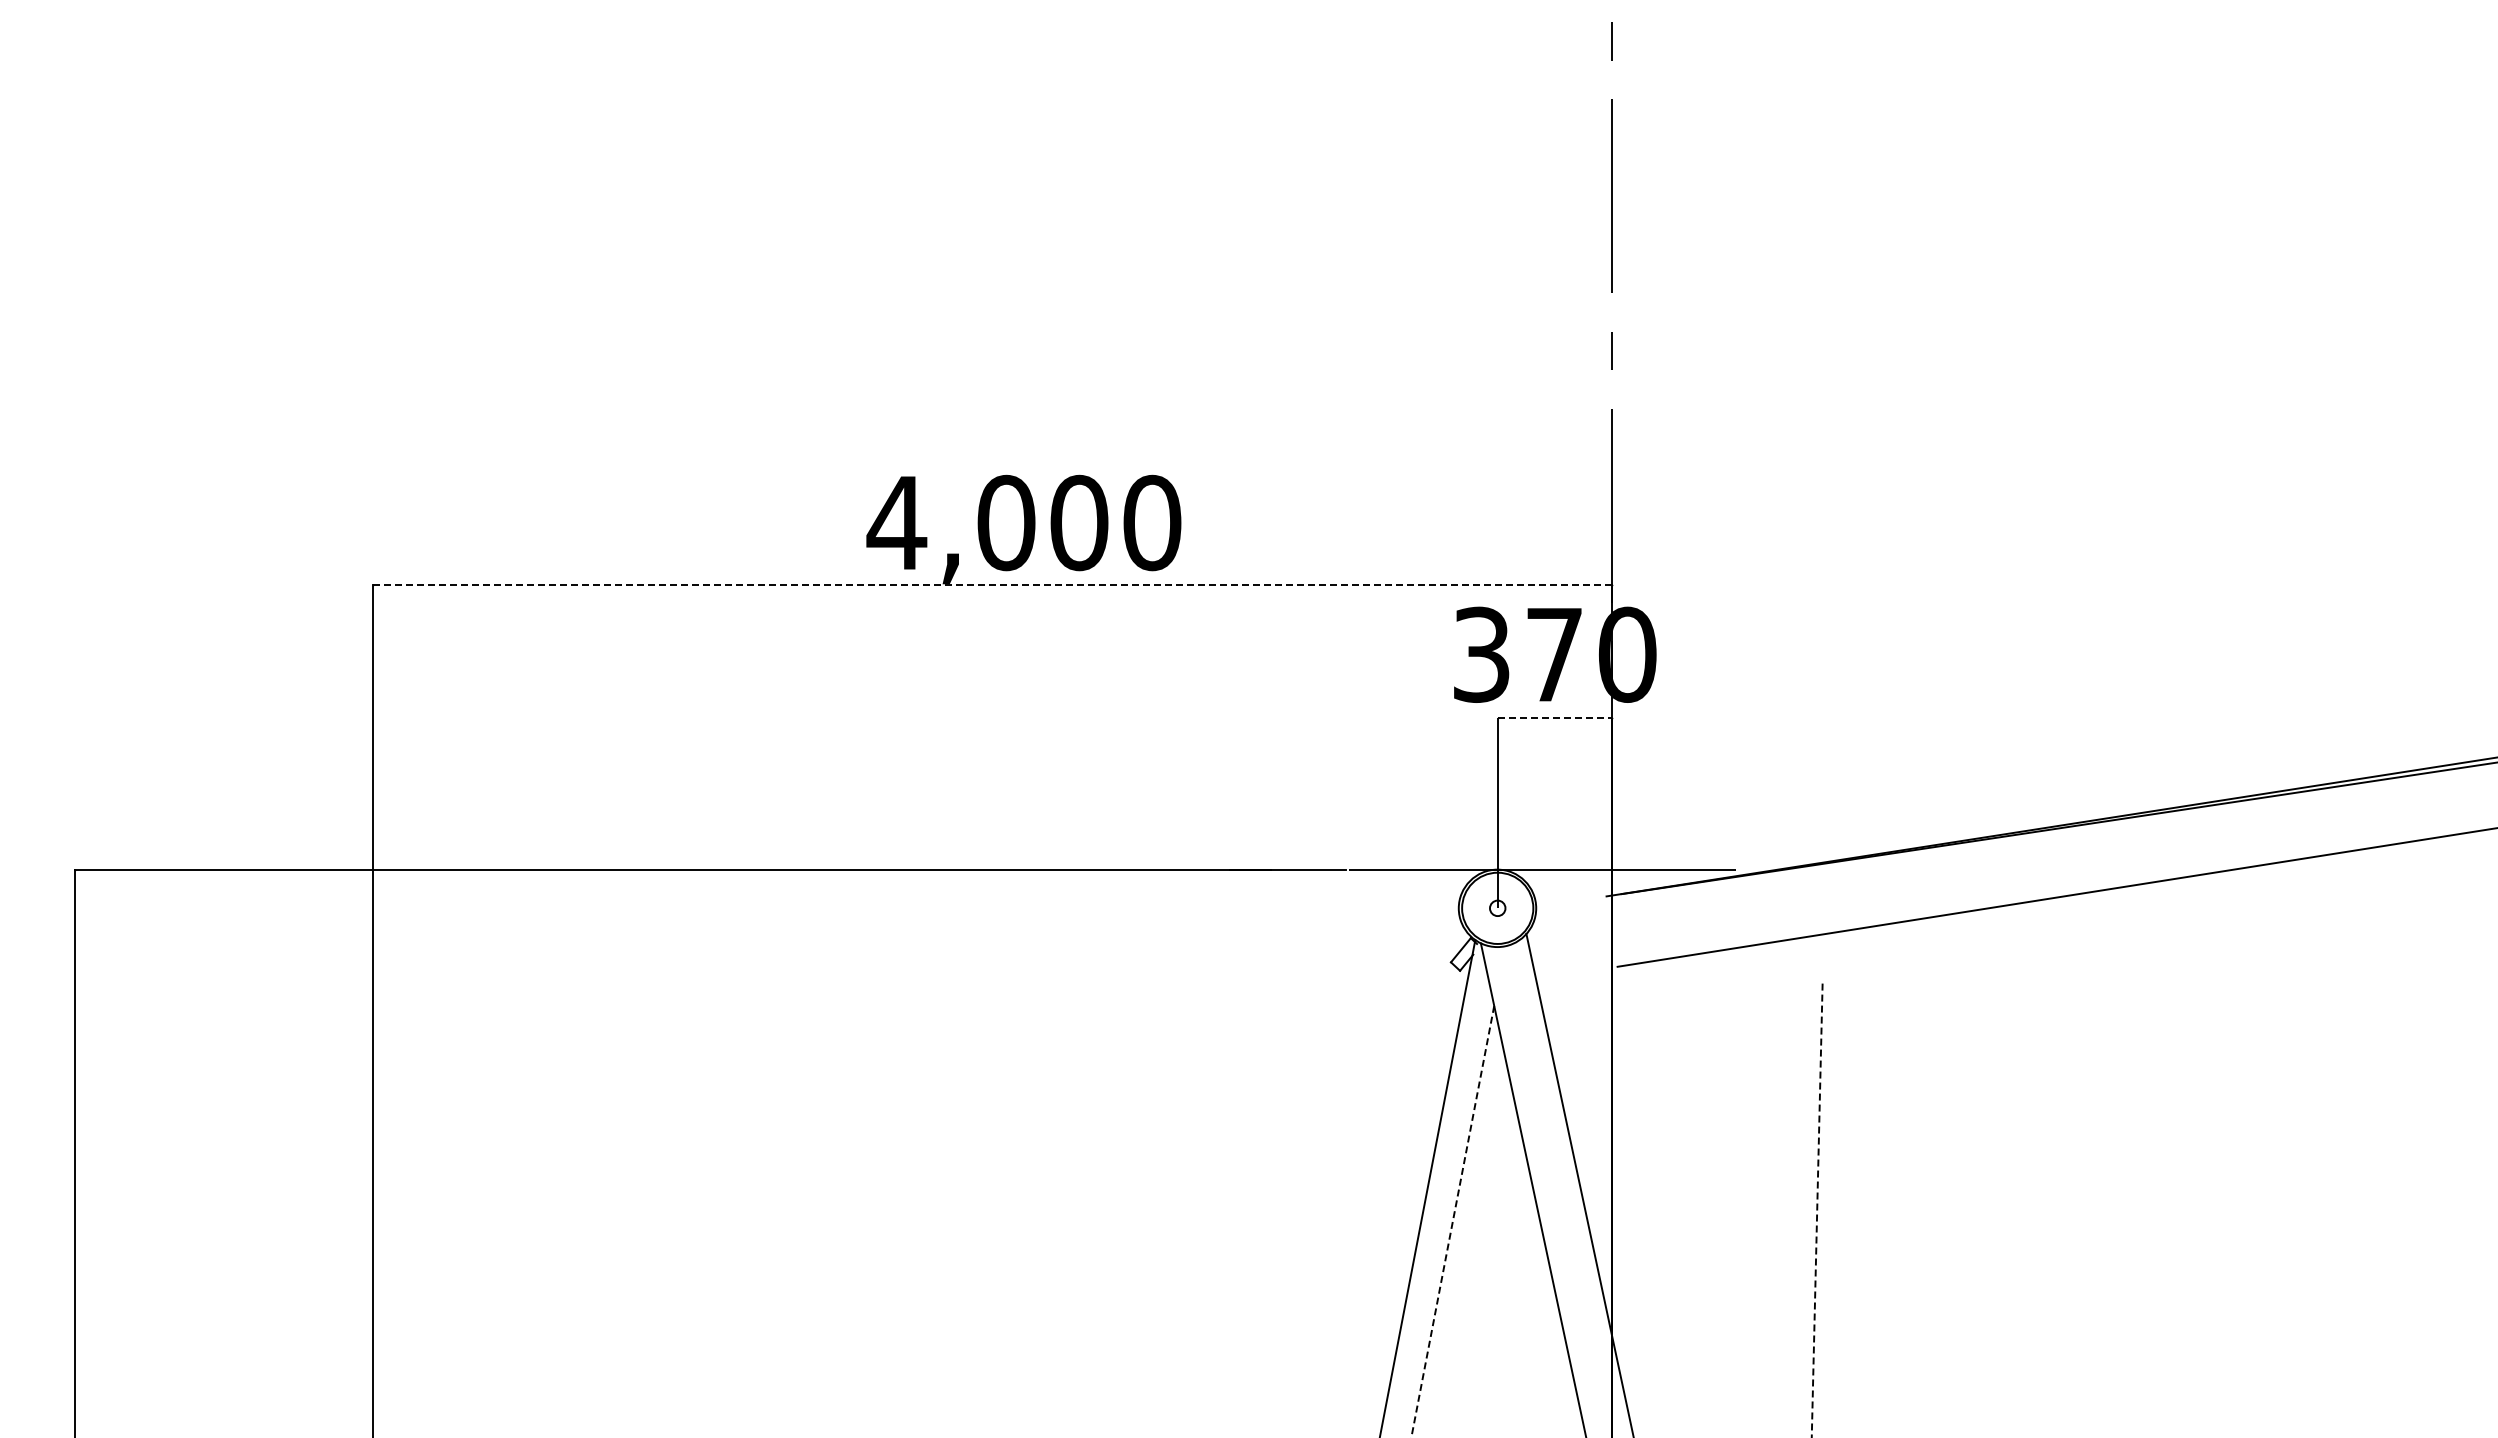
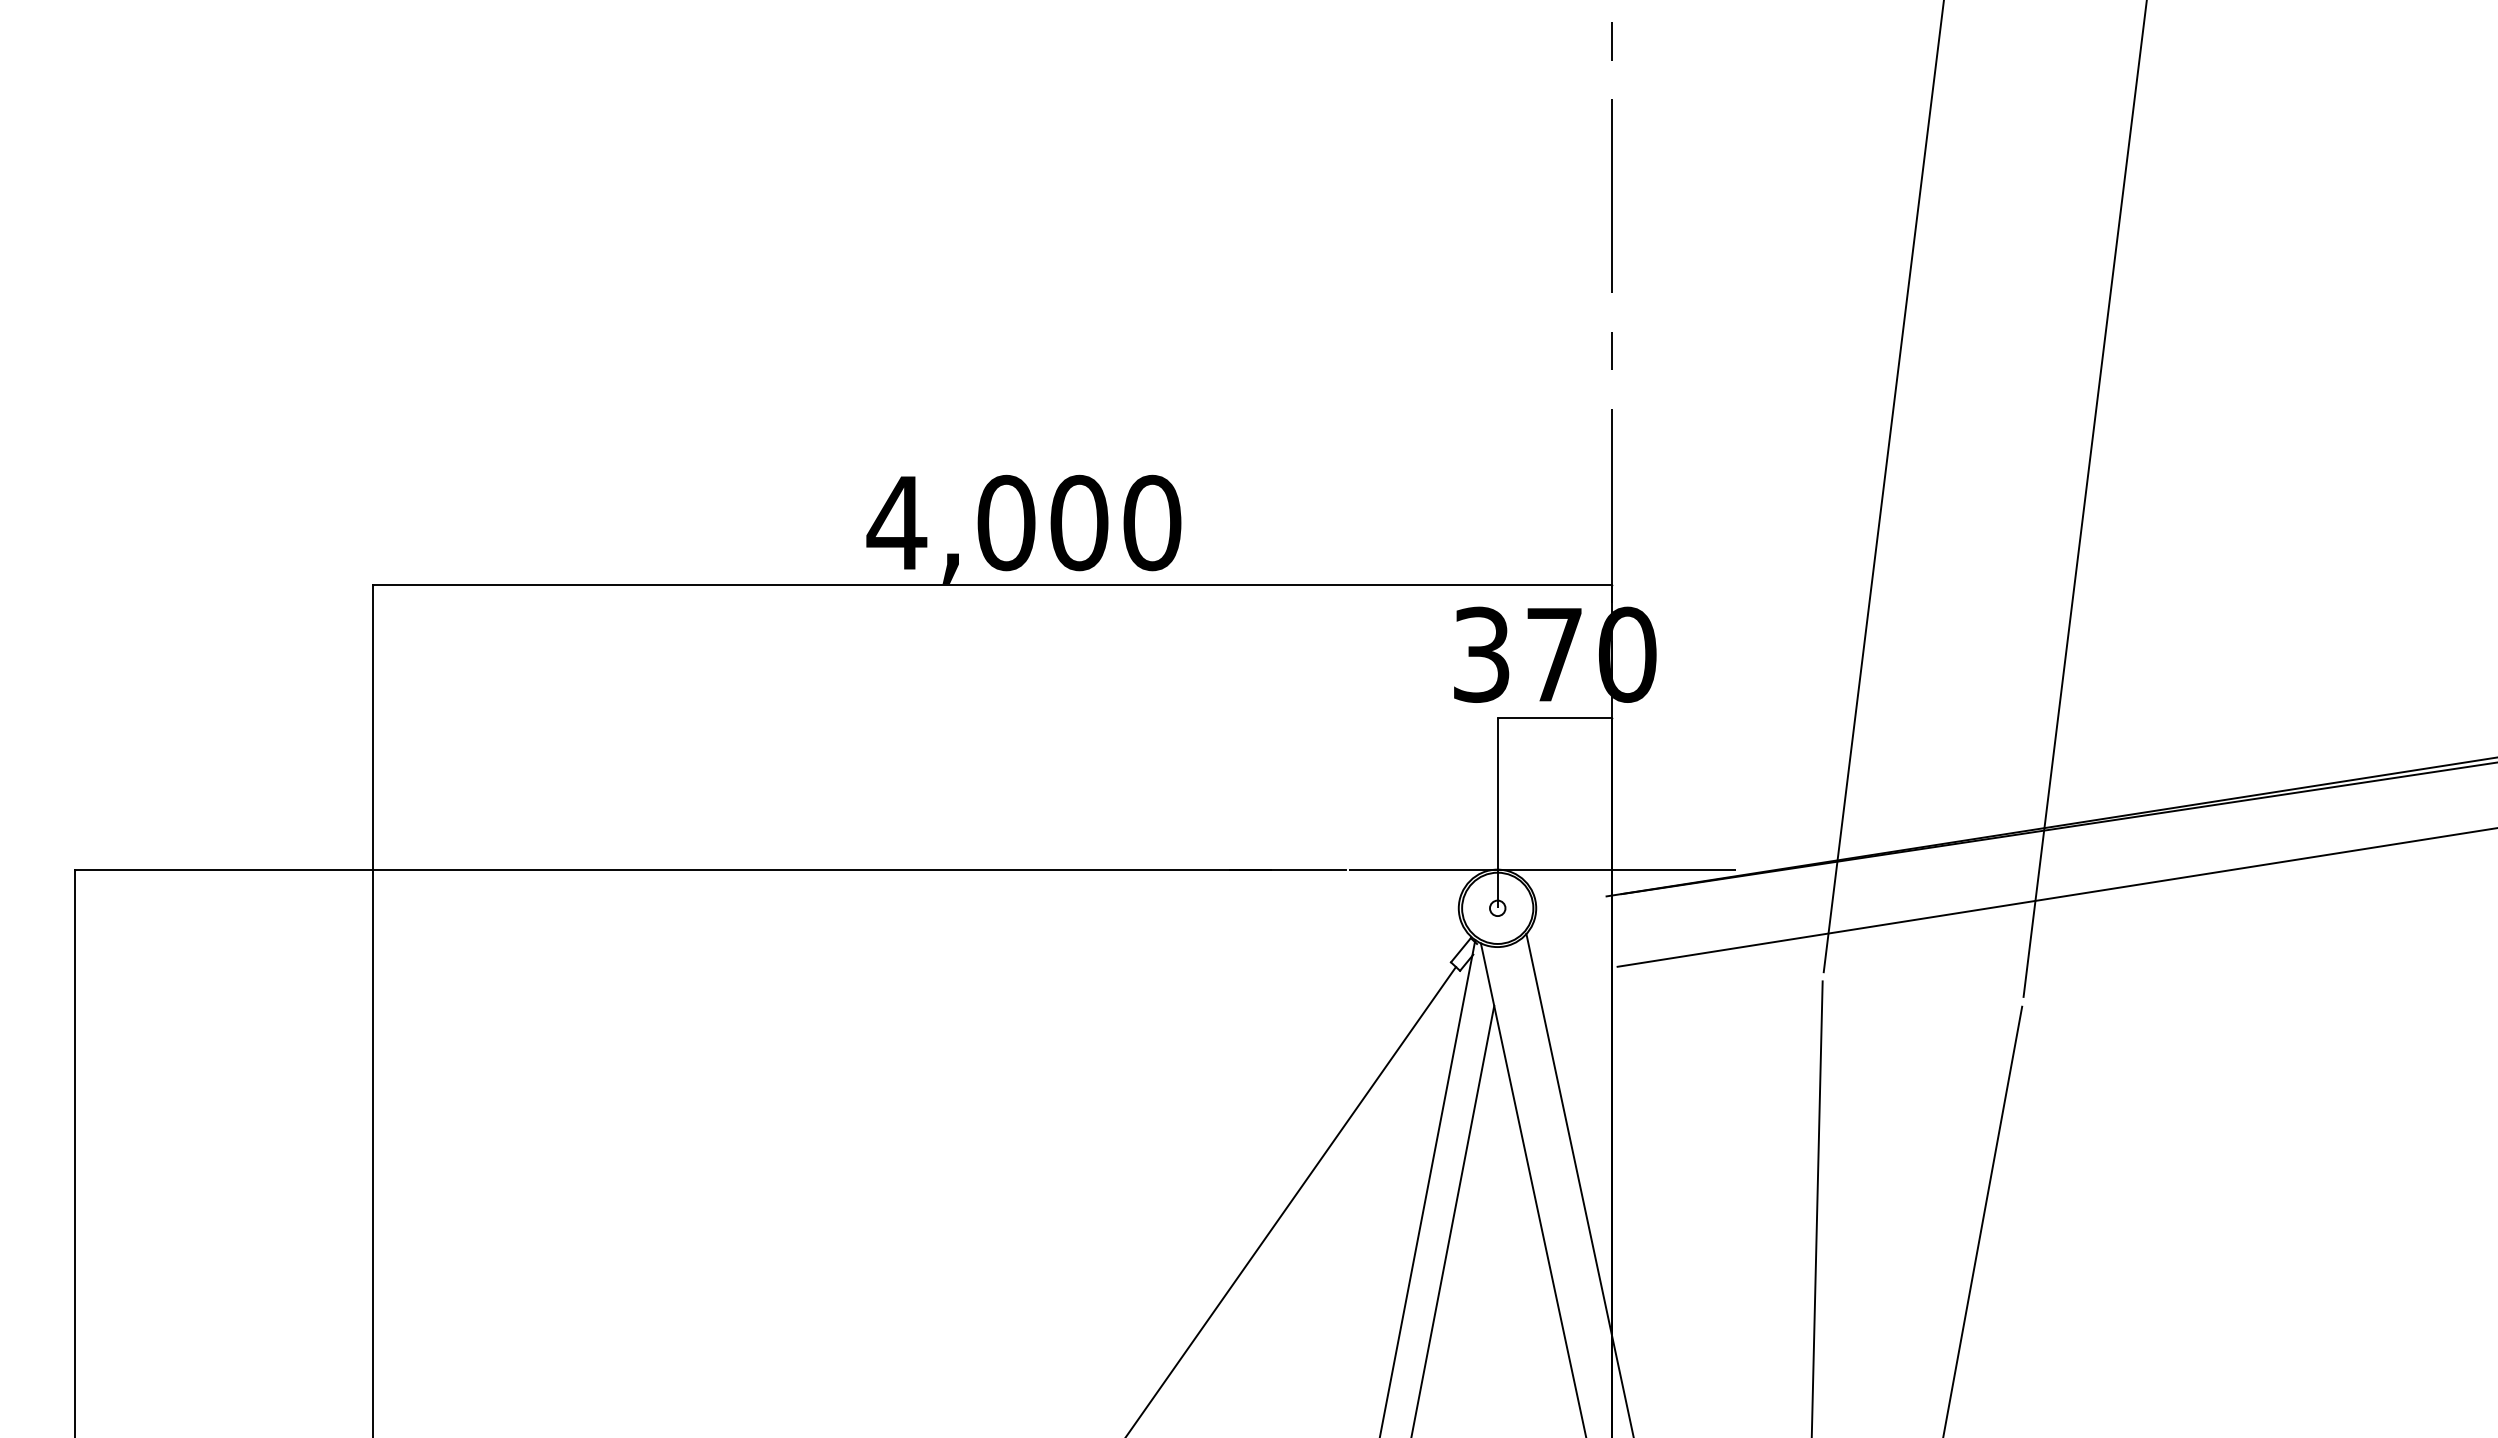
line at (1883, 487): none -> present
line at (2084, 499): none -> present
line at (992, 584): dashed -> solid
line at (1555, 718): dashed -> solid
line at (1291, 1200): none -> present
line at (1817, 1209): dashed -> solid
line at (1982, 1220): none -> present
line at (1452, 1221): dashed -> solid
